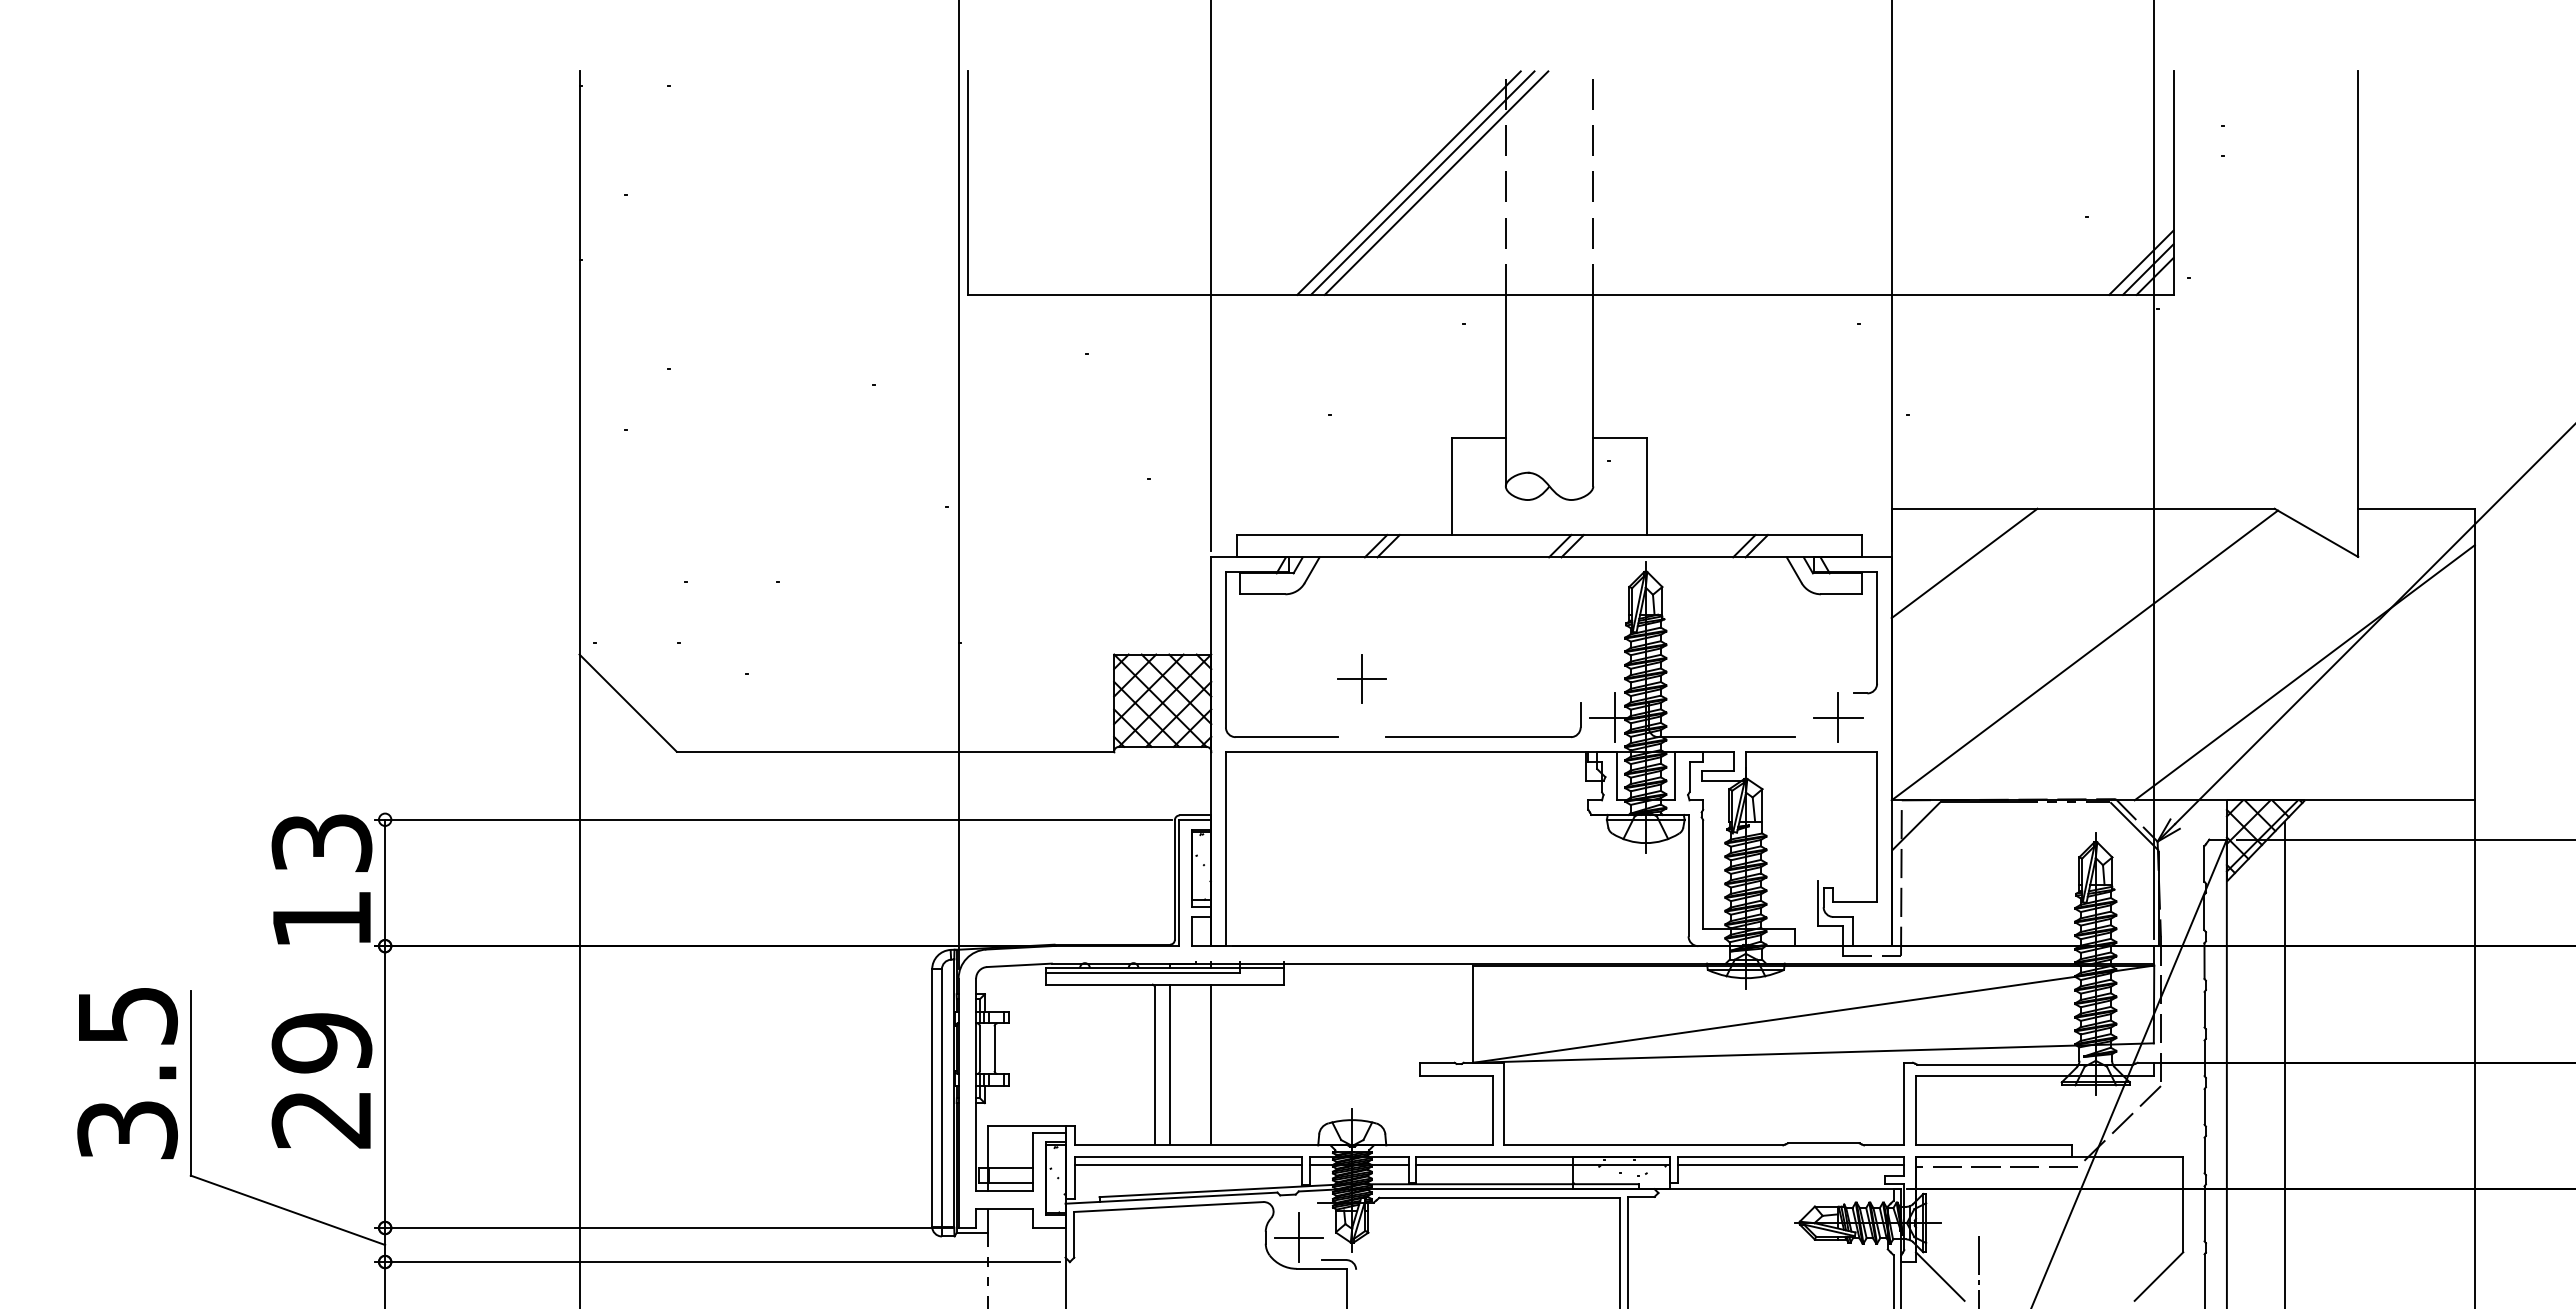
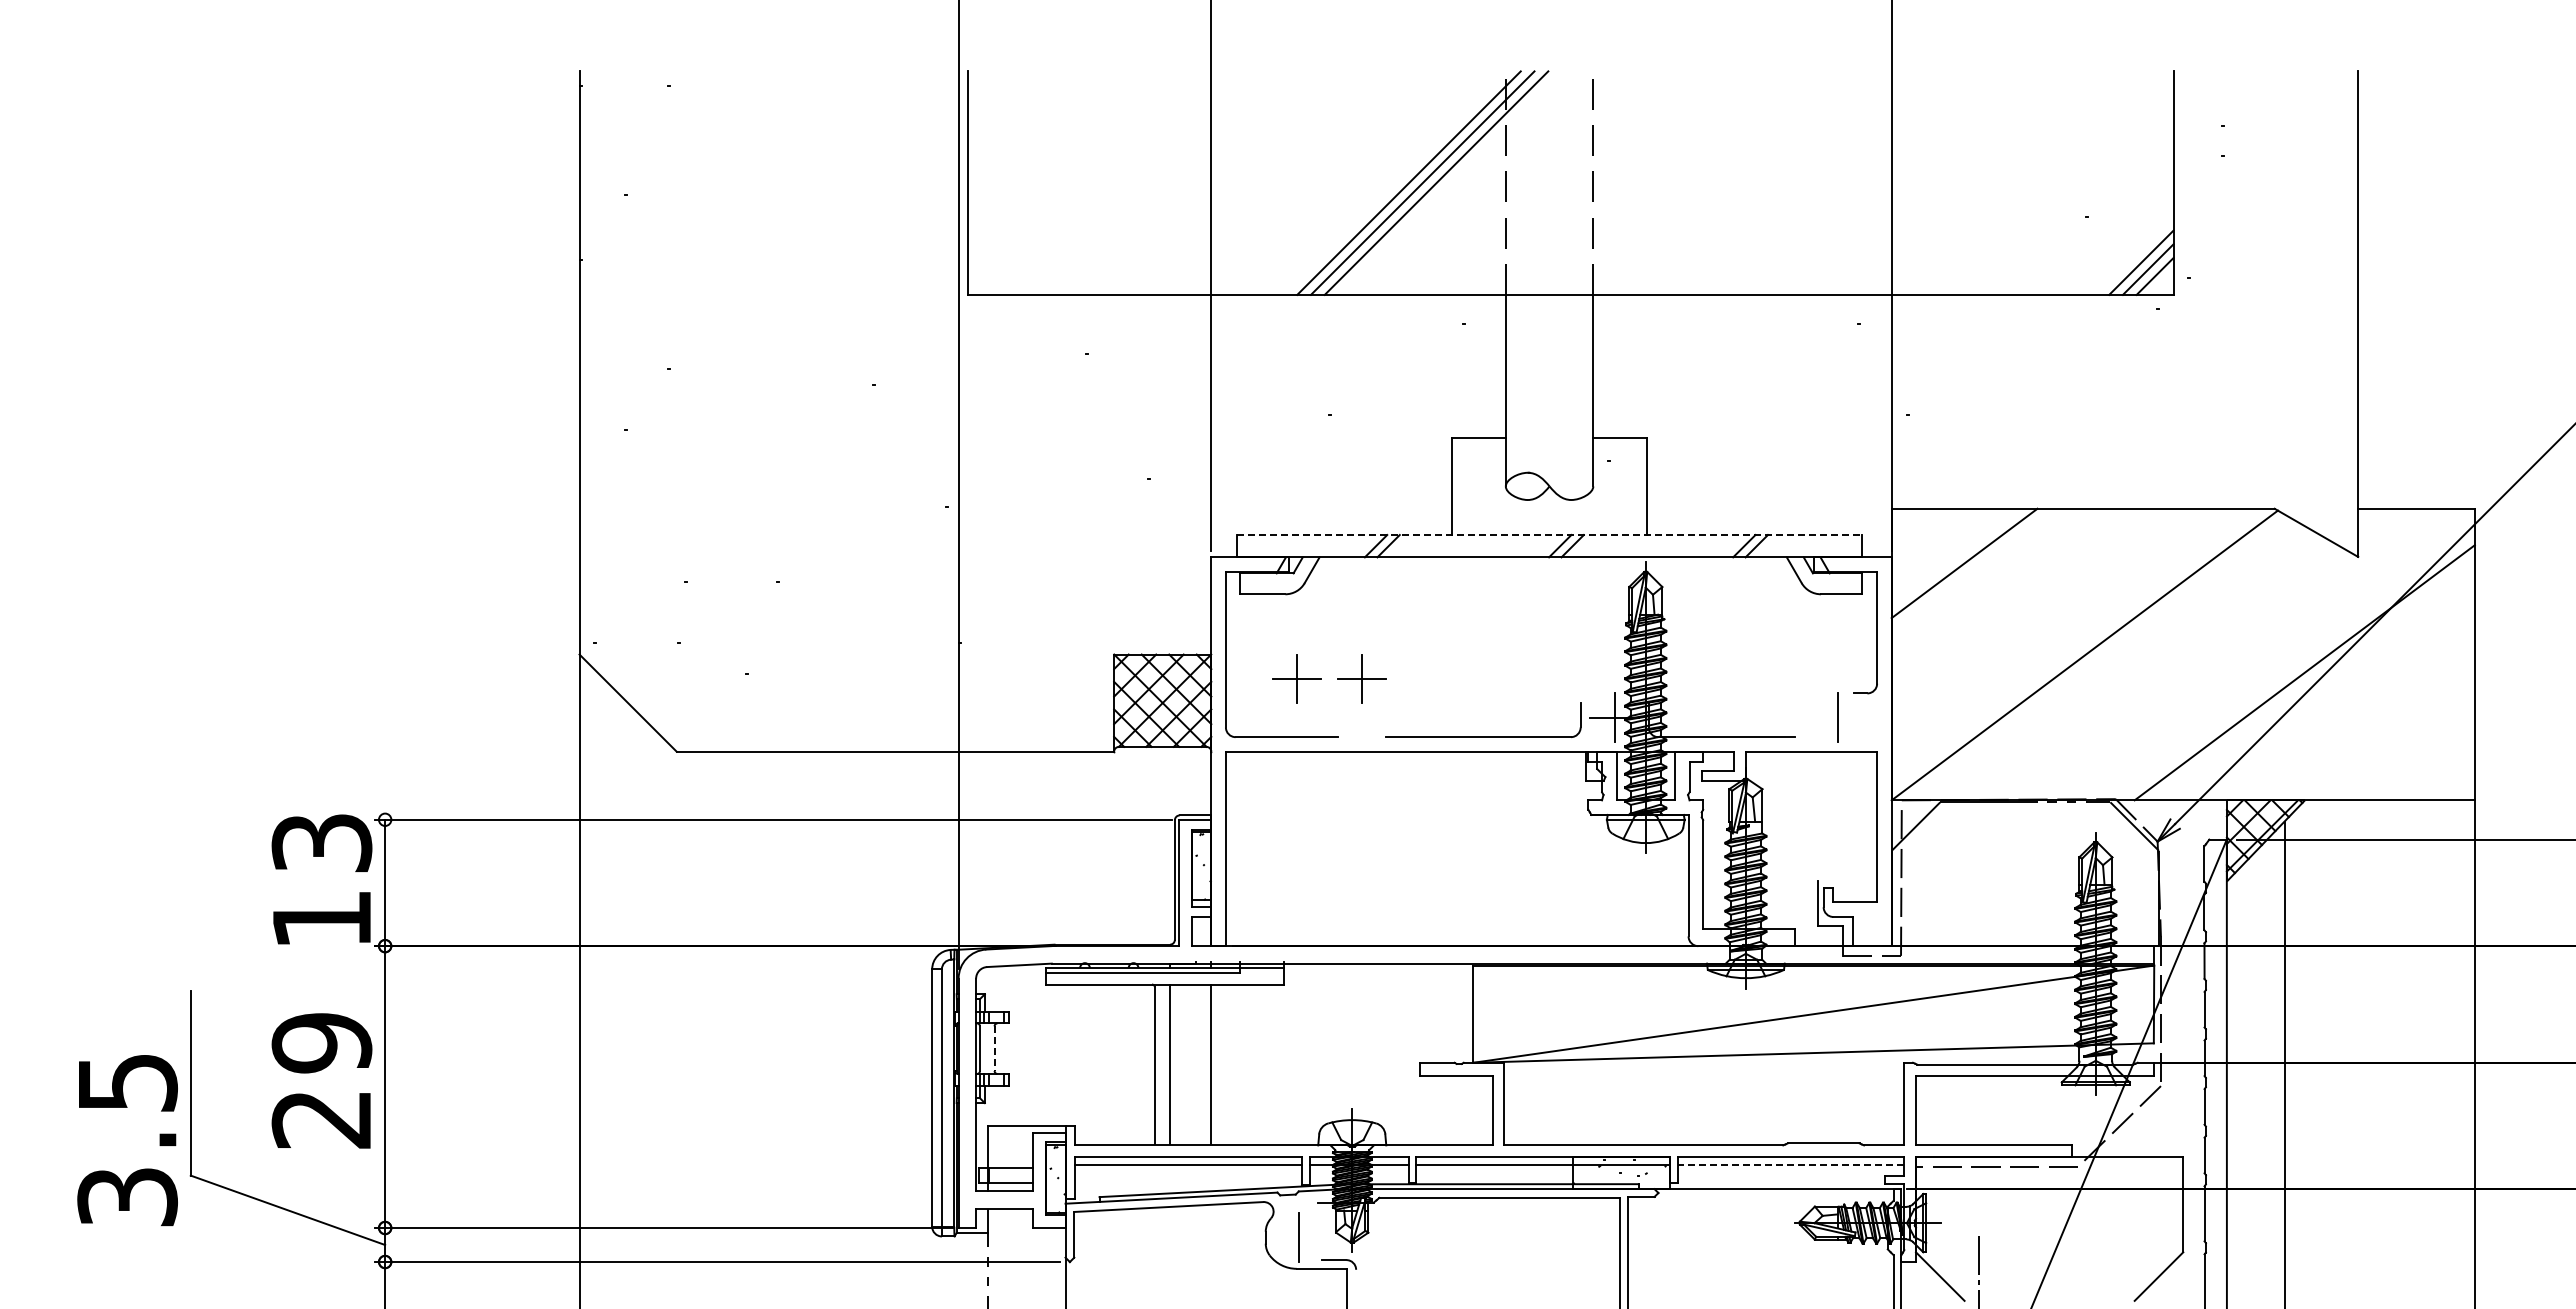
line at (2154, 470): present -> none
line at (1550, 535): solid -> dashed
part at (1296, 678): none -> present
line at (1837, 717): present -> none
line at (994, 1049): solid -> dashed
text at (127, 1073) position: (127, 1073) -> (127, 1140)
line at (1790, 1165): solid -> dashed
line at (1298, 1237): present -> none
